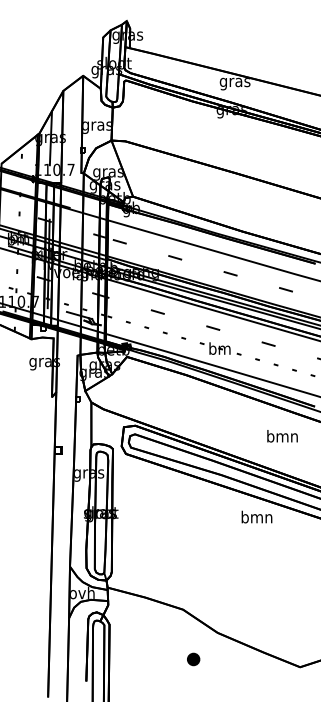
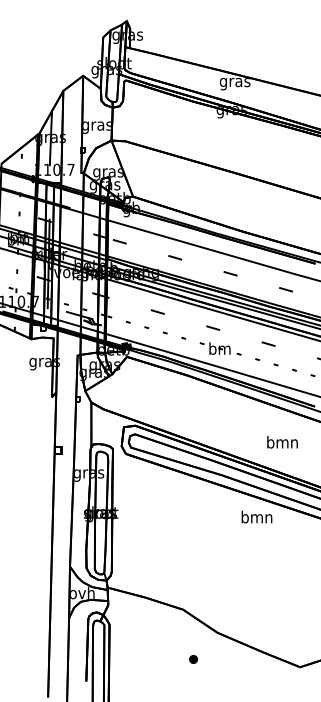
text at (282, 436) position: (282, 436) -> (282, 442)
part at (193, 659) size: 14x15 px -> 9x9 px
